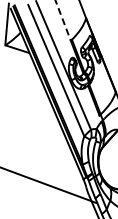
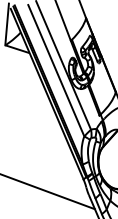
line at (63, 21): dashed -> solid
line at (49, 185) position: (49, 185) -> (48, 192)
